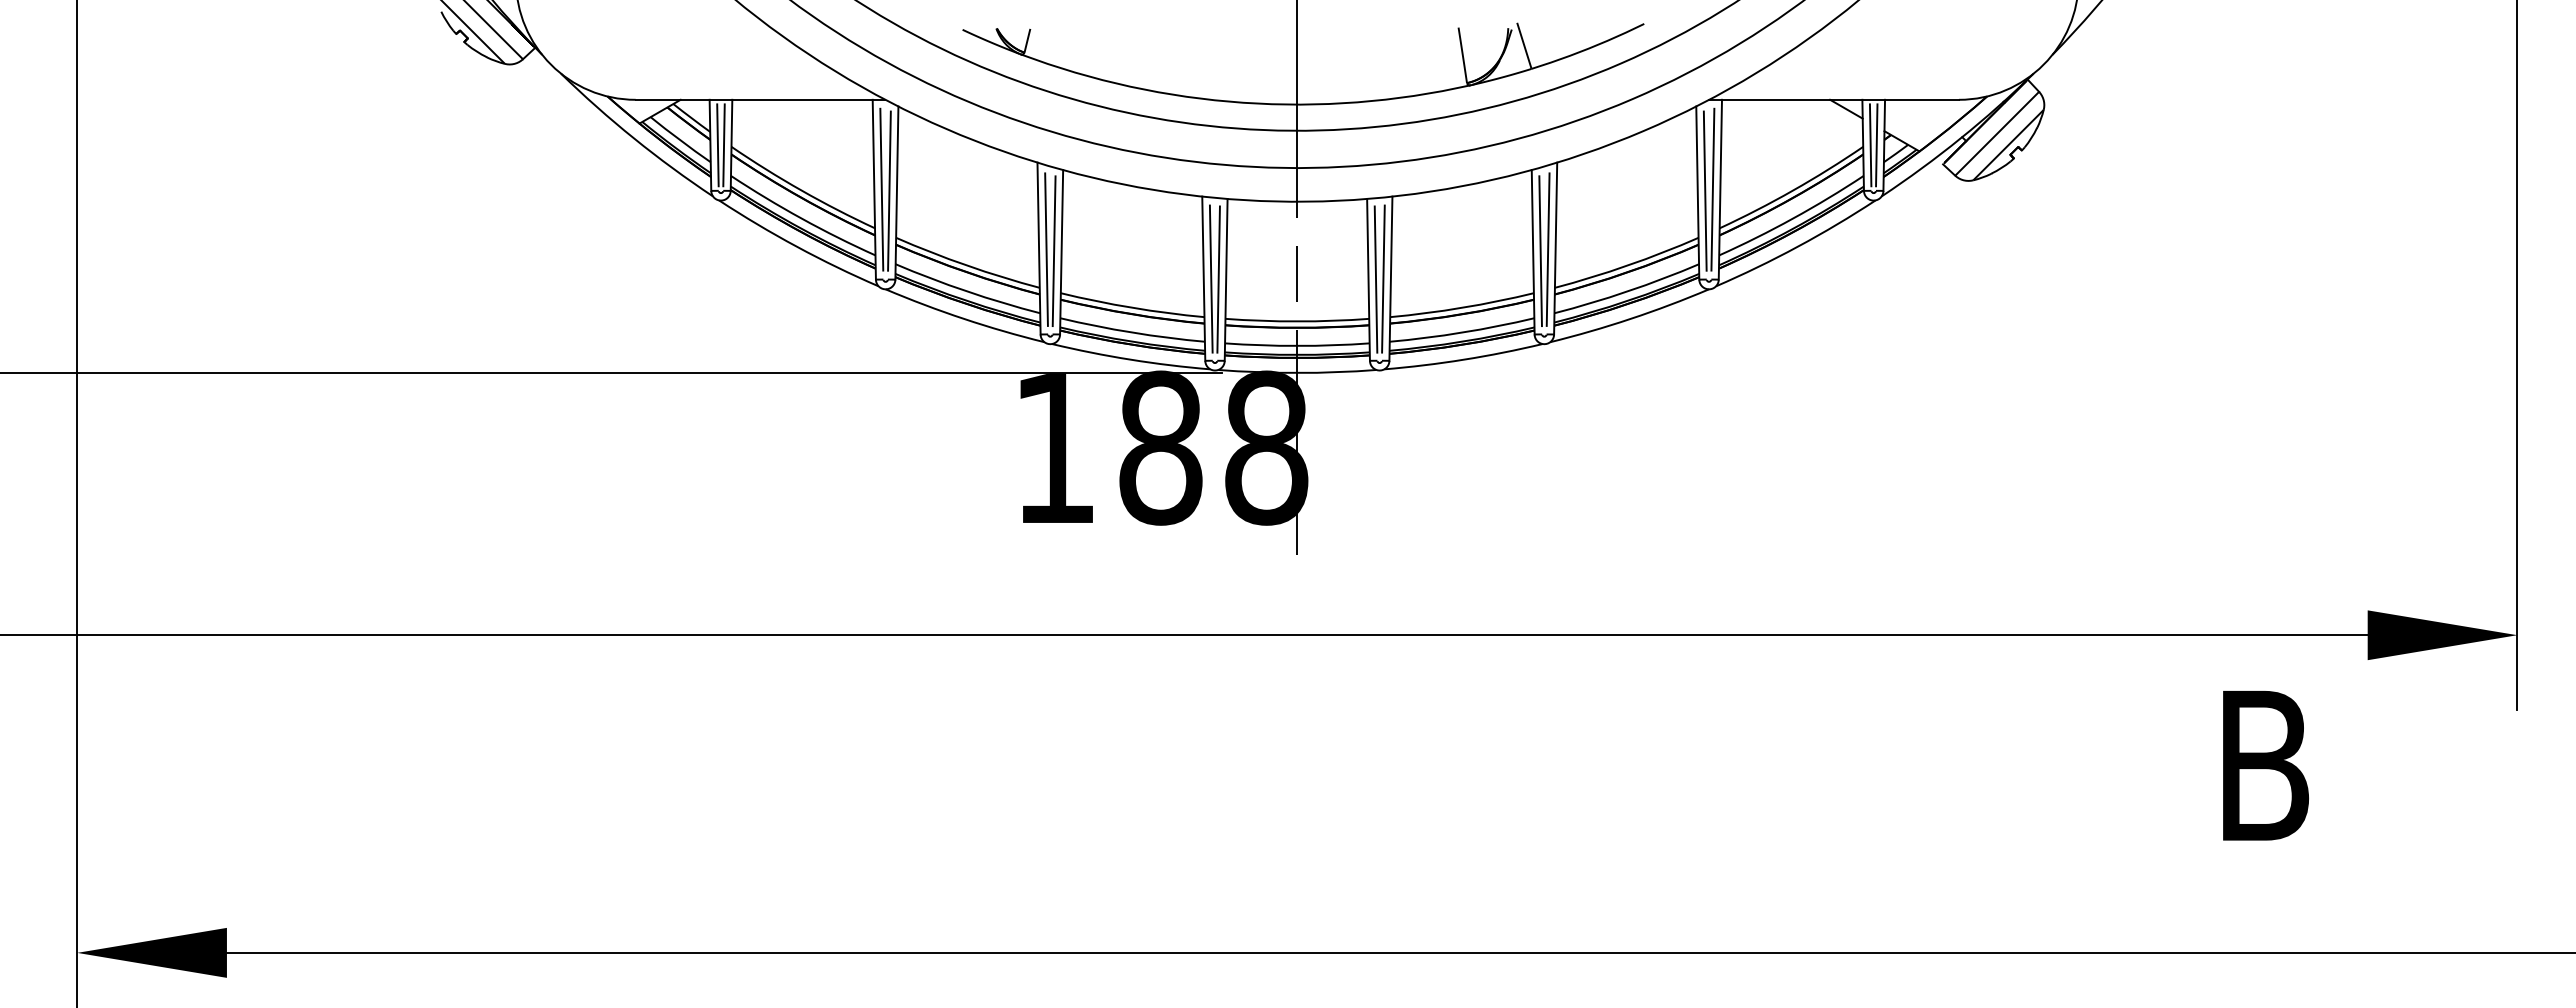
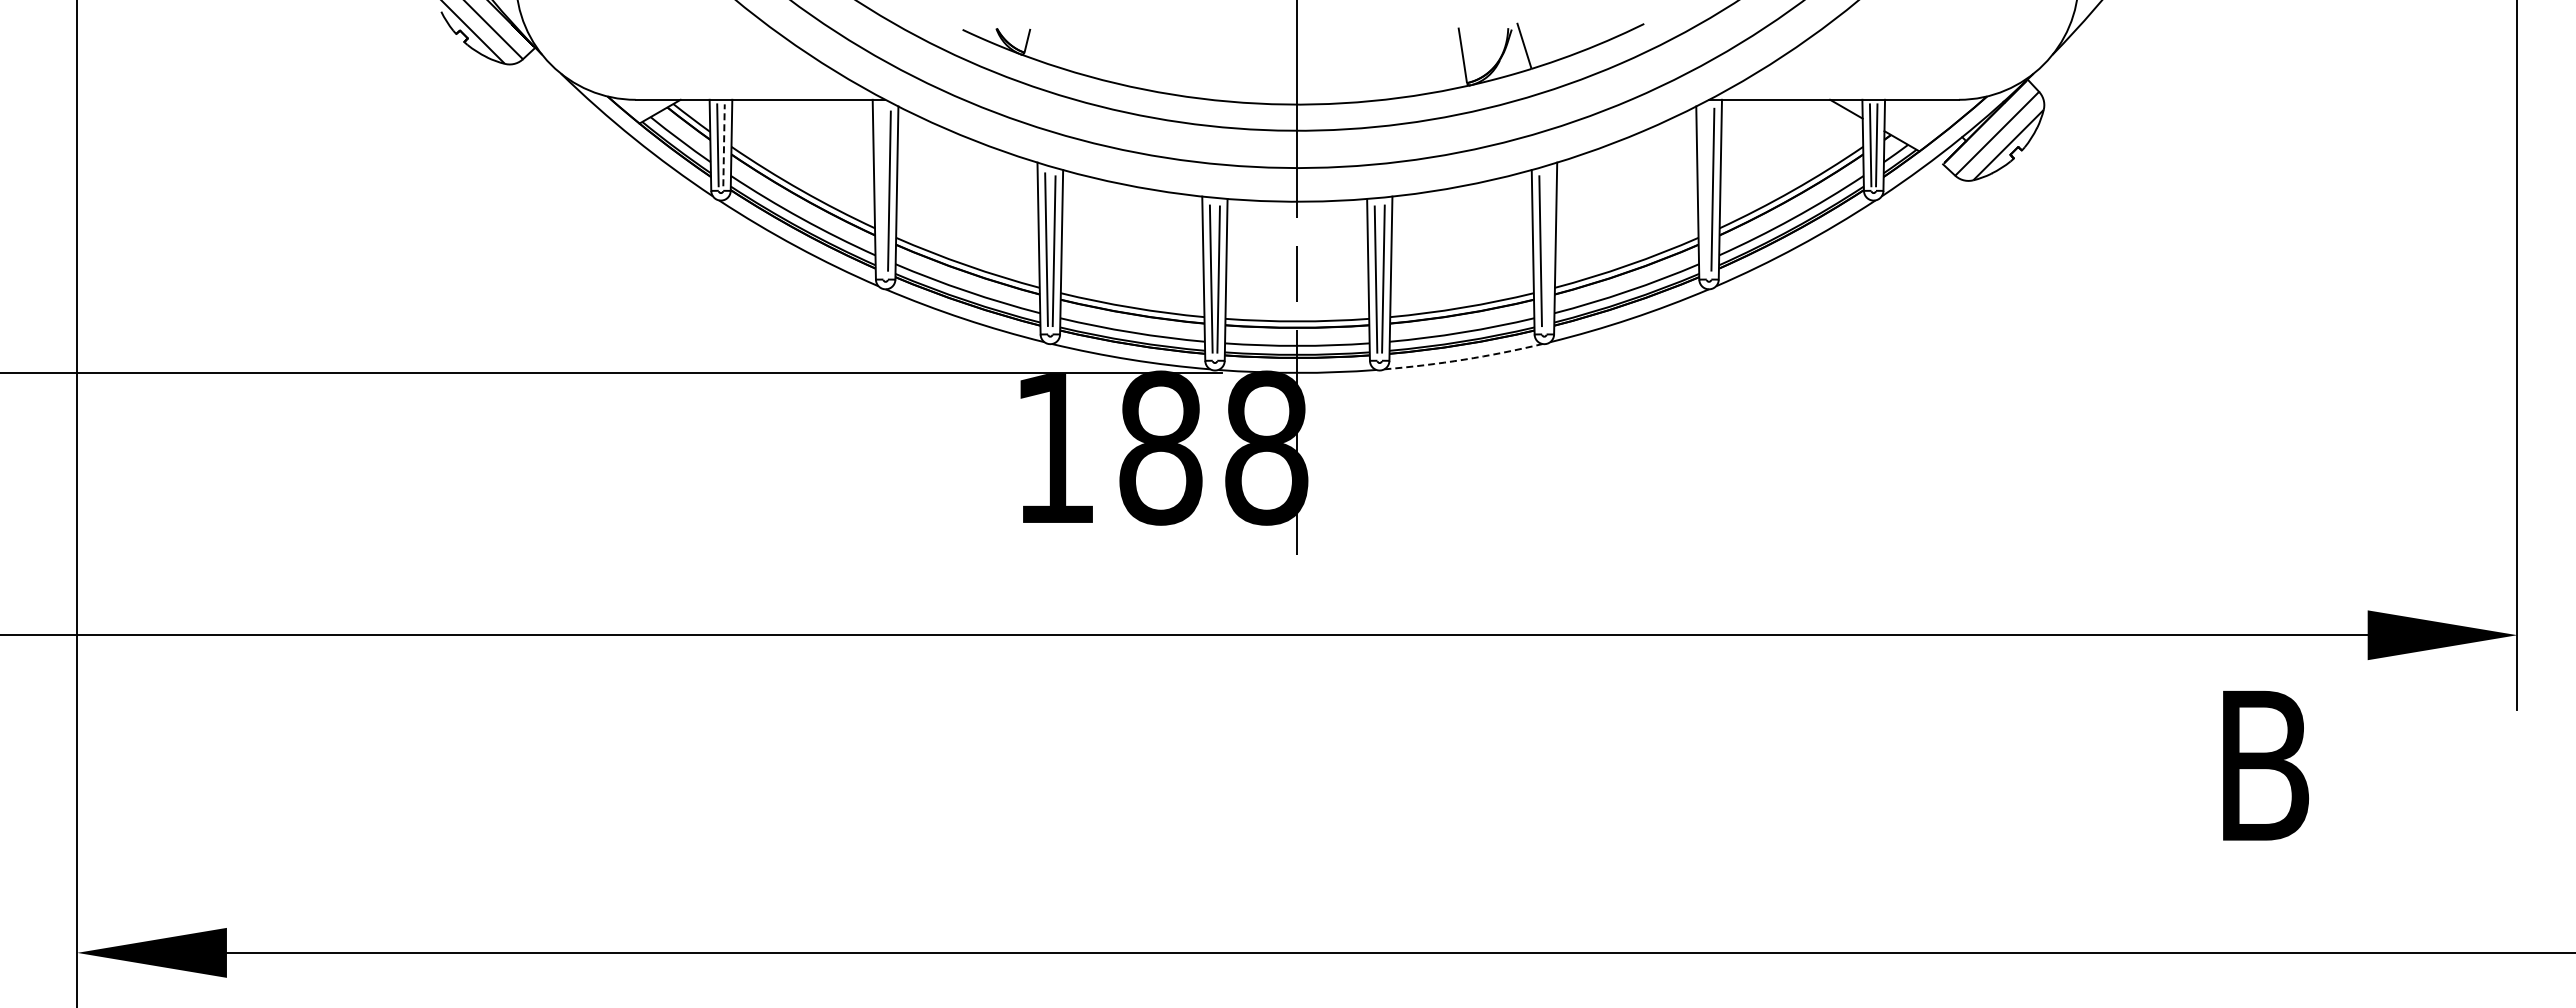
line at (724, 145): solid -> dashed
line at (881, 189): present -> none
line at (1704, 190): present -> none
line at (1547, 249): present -> none
arc at (1463, 359): solid -> dashed
